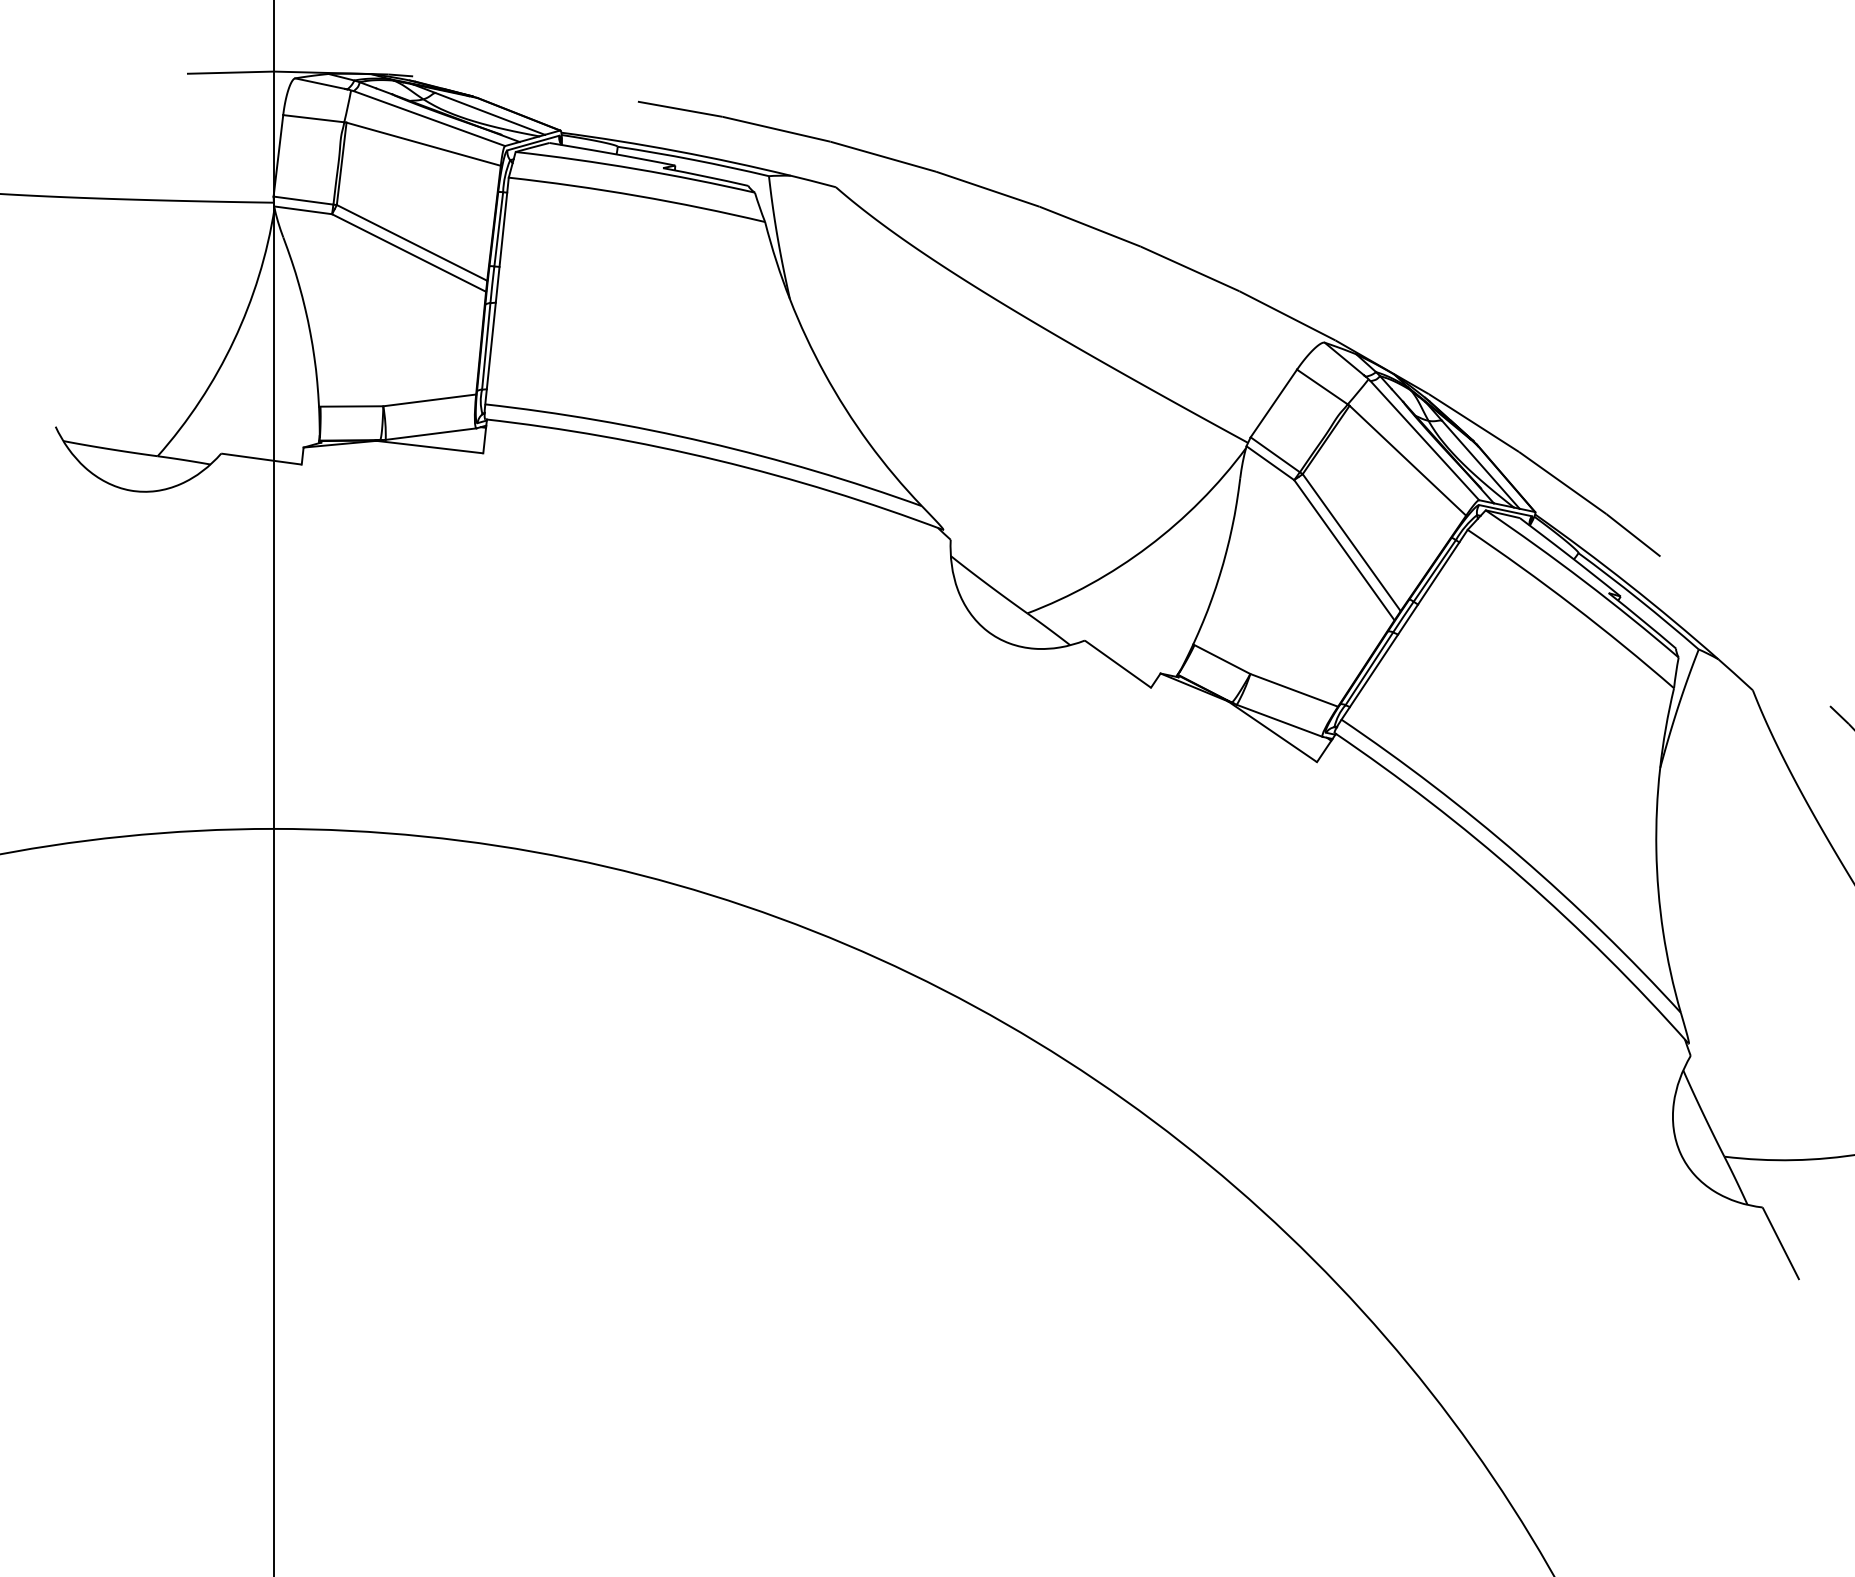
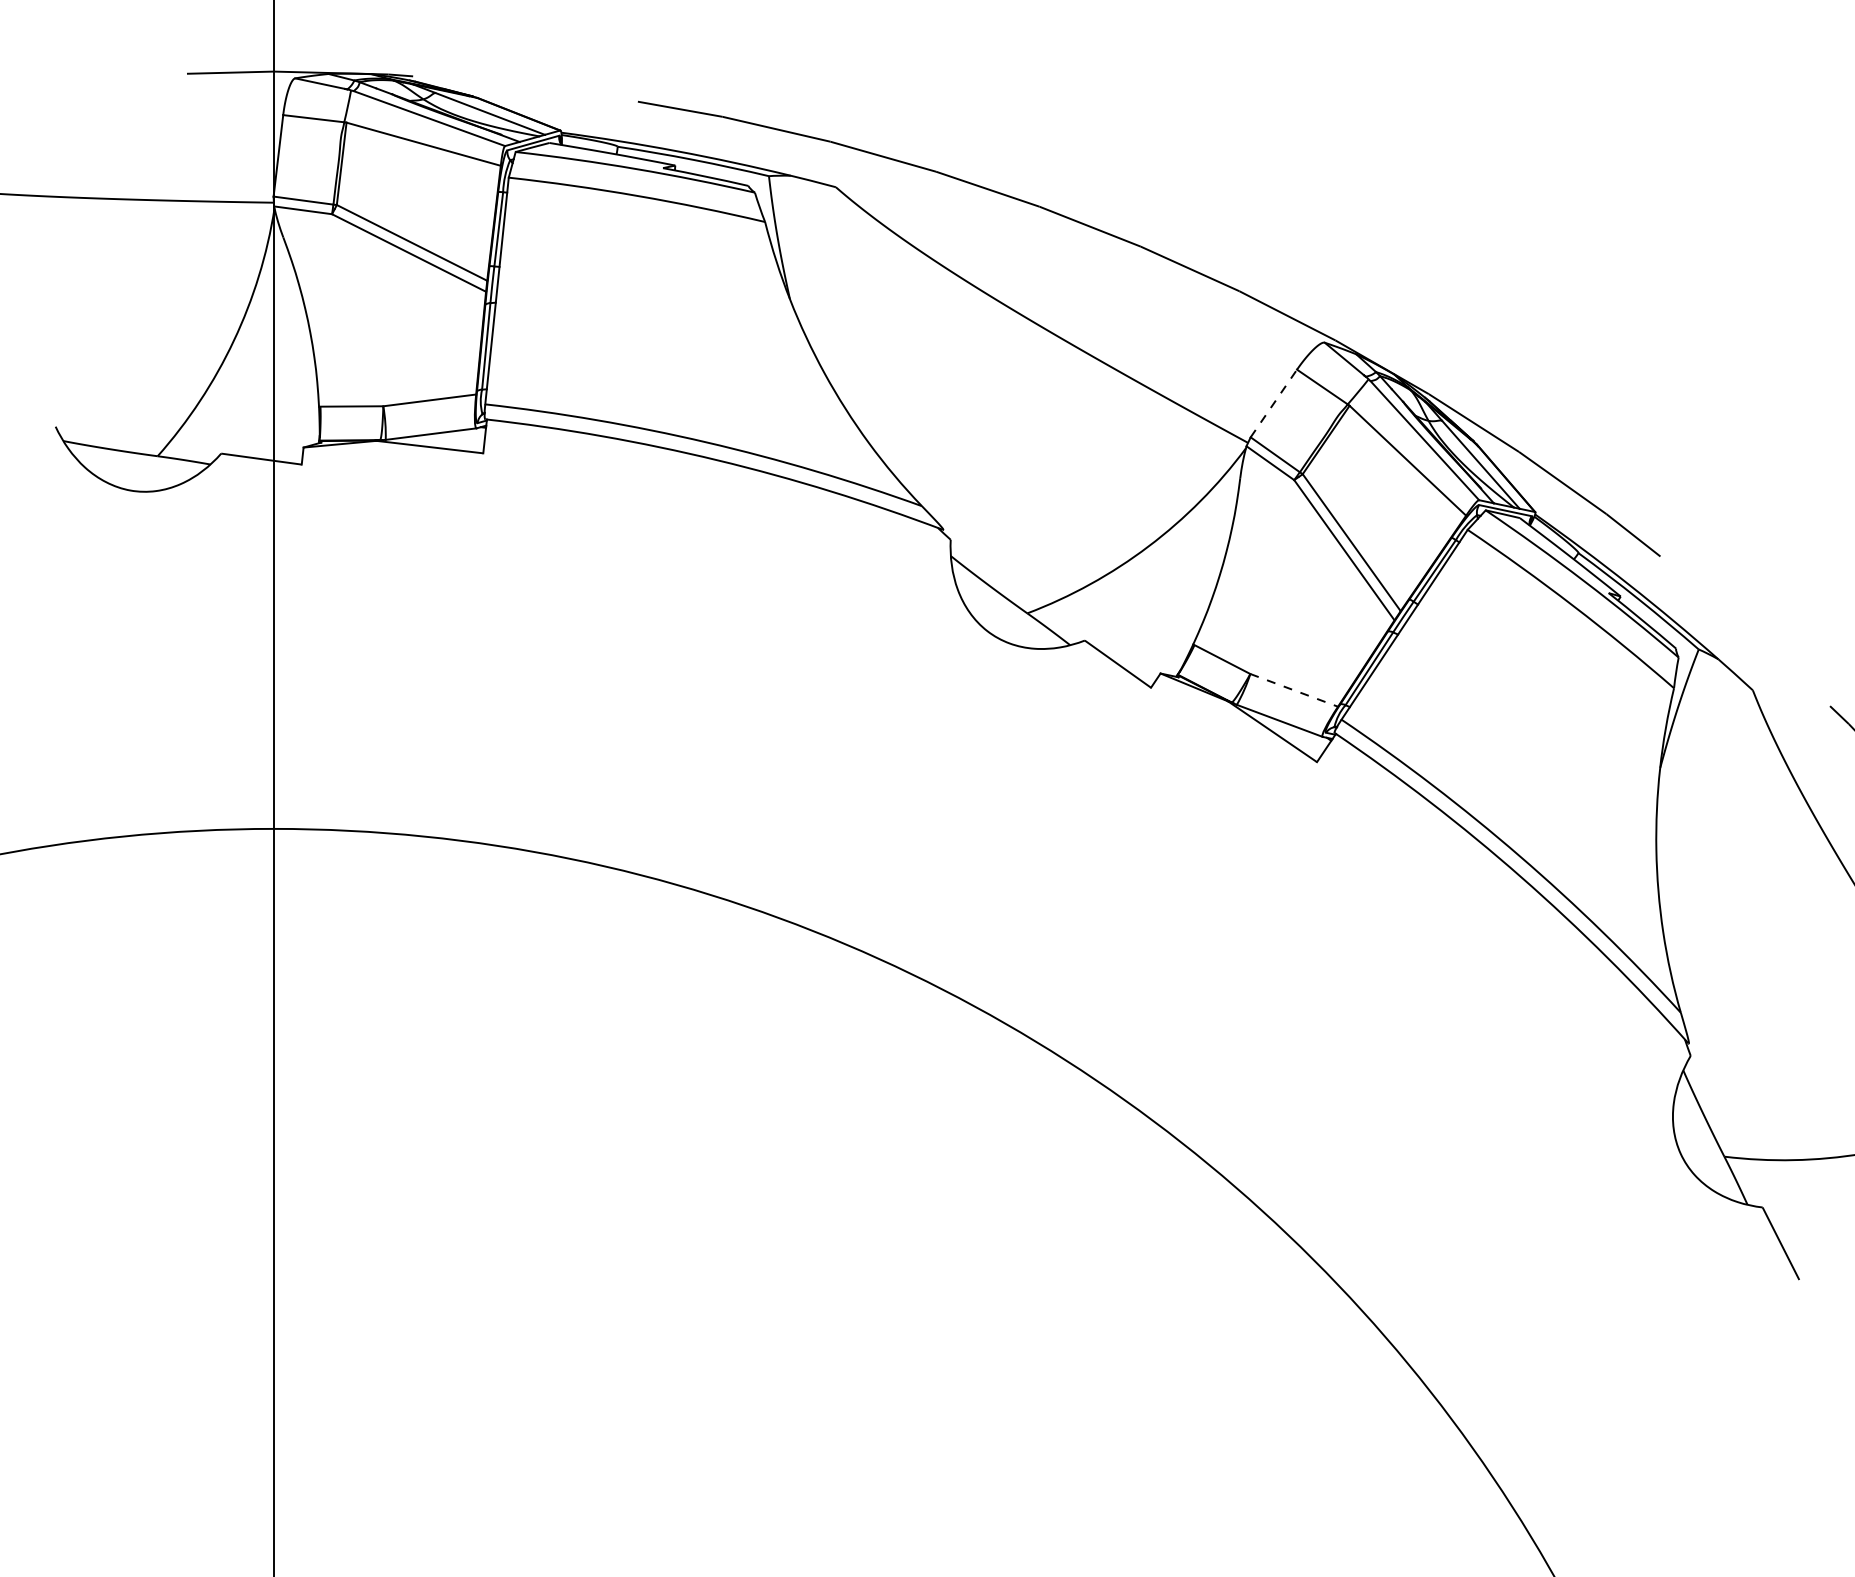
line at (1274, 403): solid -> dashed
line at (1294, 690): solid -> dashed
